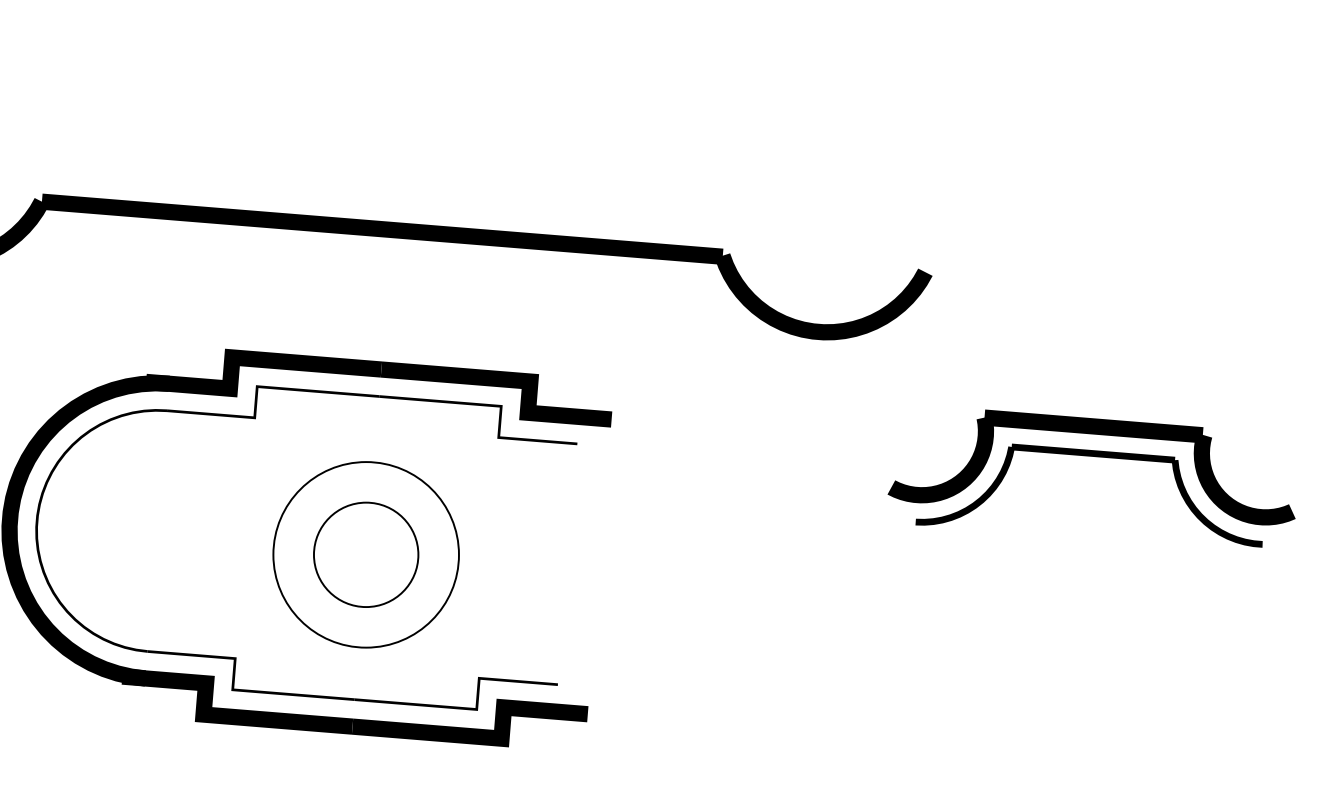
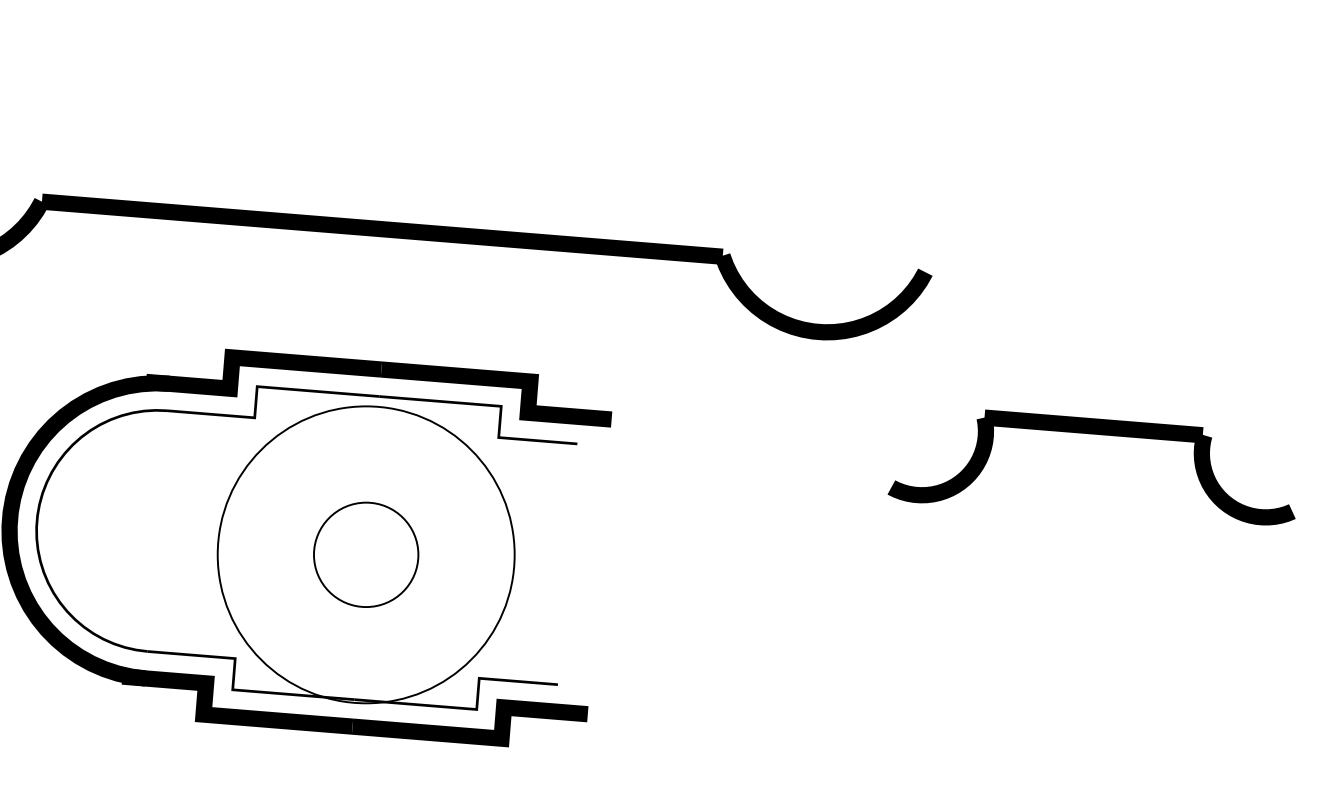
part at (1095, 457): present -> none
circle at (365, 554) diameter: 186 px -> 297 px
